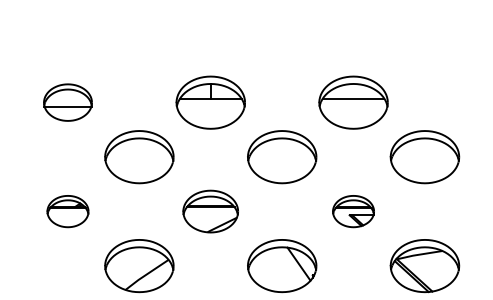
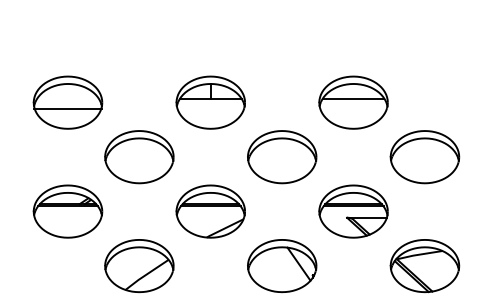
part at (67, 102) size: 50x39 px -> 72x55 px
part at (67, 211) size: 44x34 px -> 72x55 px
part at (210, 211) size: 57x45 px -> 71x55 px
part at (353, 211) size: 43x34 px -> 71x55 px
